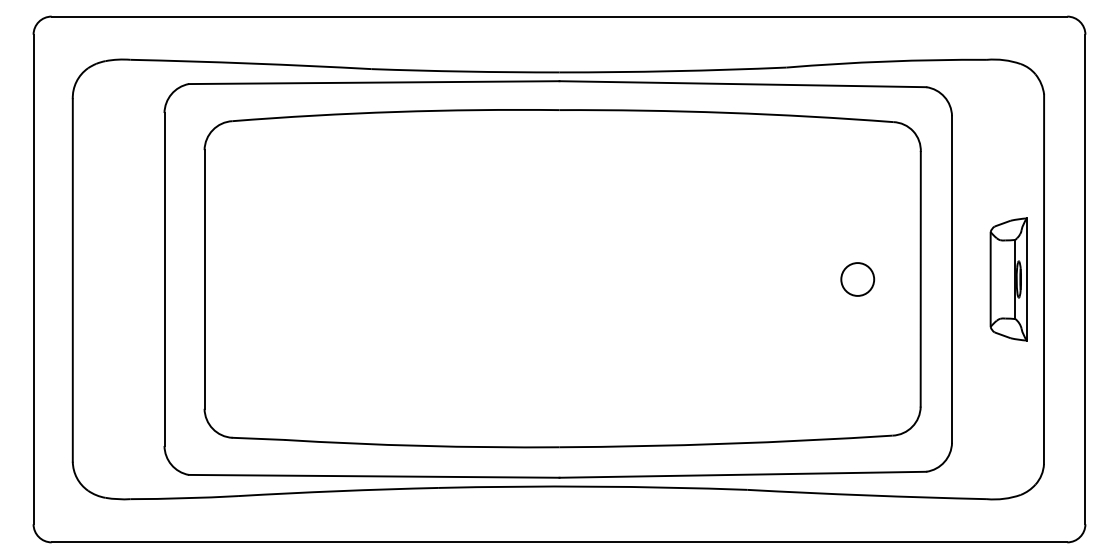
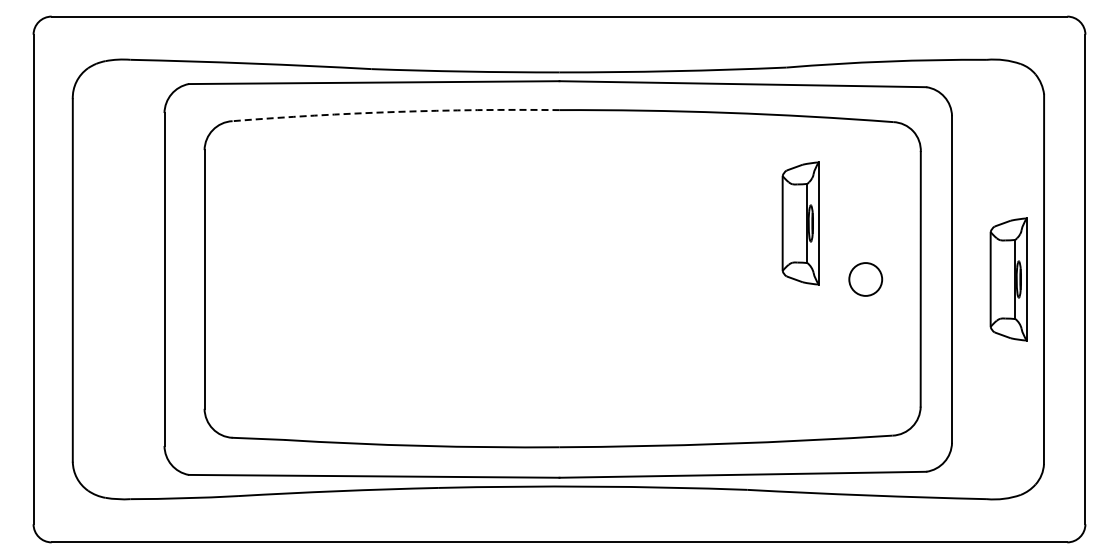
arc at (395, 111): solid -> dashed
part at (800, 223): none -> present
circle at (857, 279) position: (857, 279) -> (865, 279)
